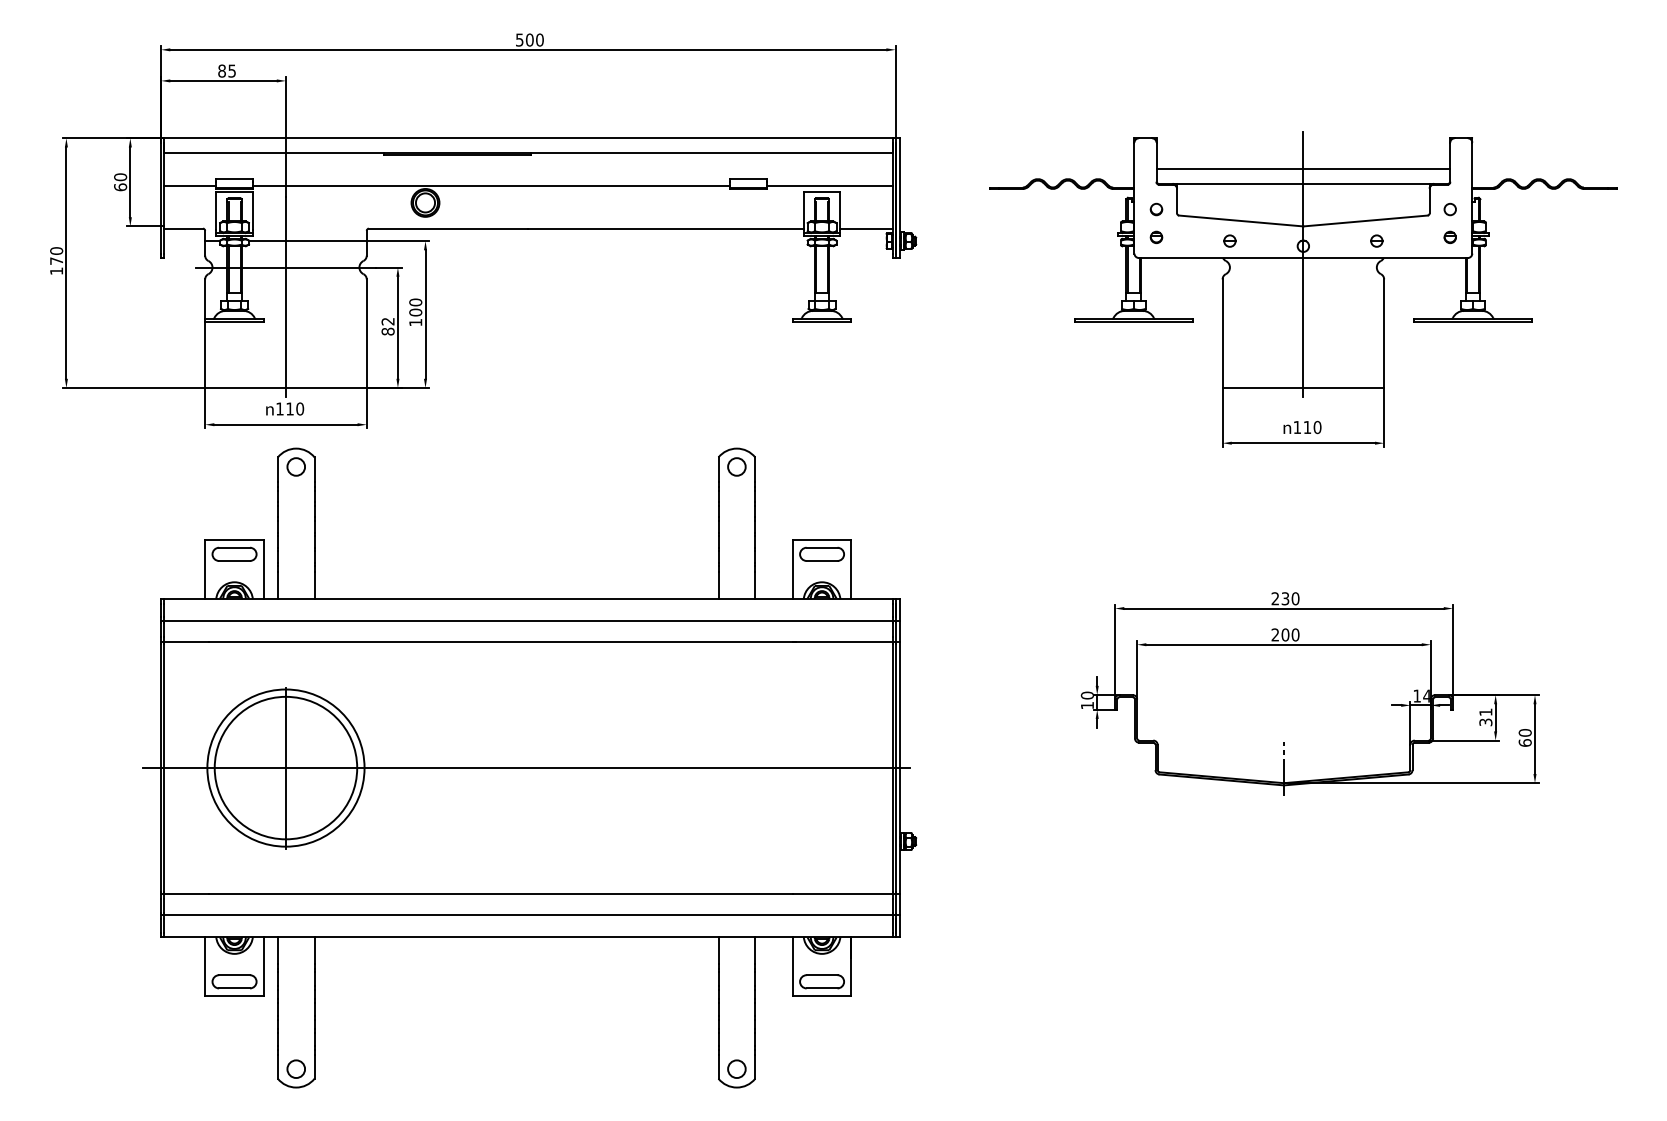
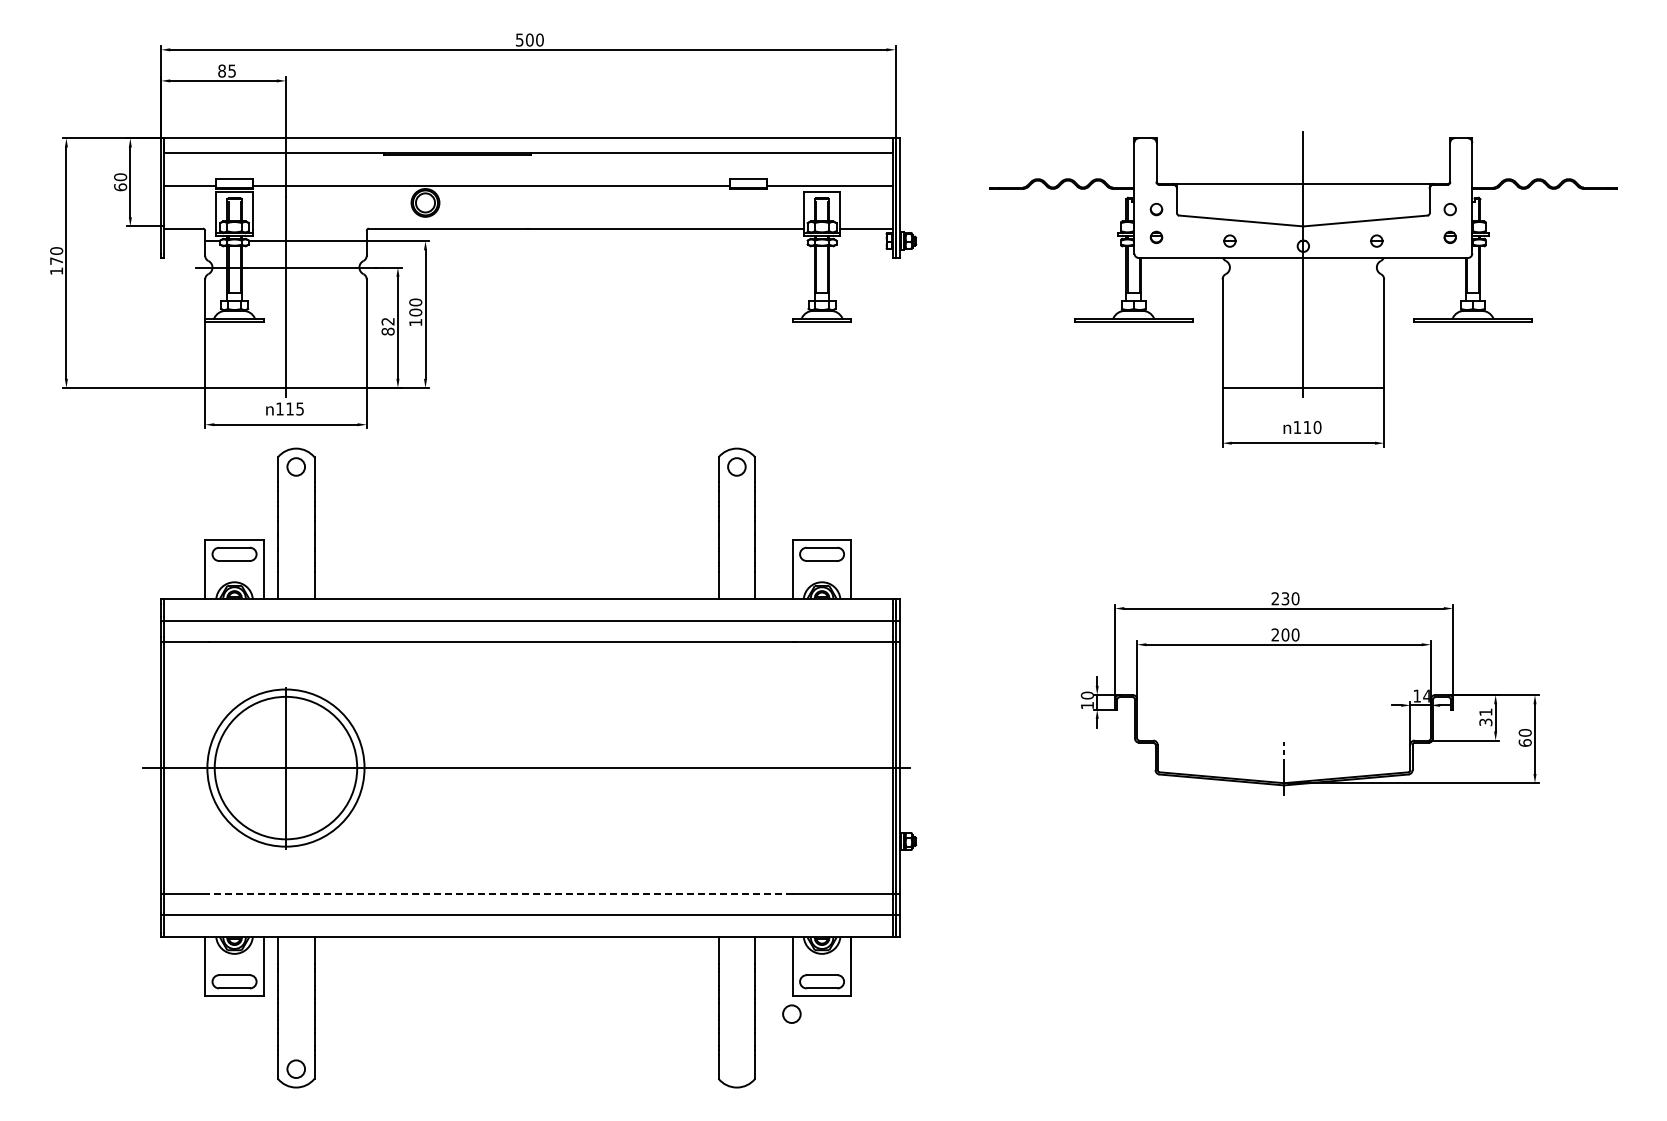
line at (1303, 169): present -> none
text at (300, 408): 110 -> 115
line at (500, 894): solid -> dashed
circle at (736, 1068) position: (736, 1068) -> (791, 1013)
